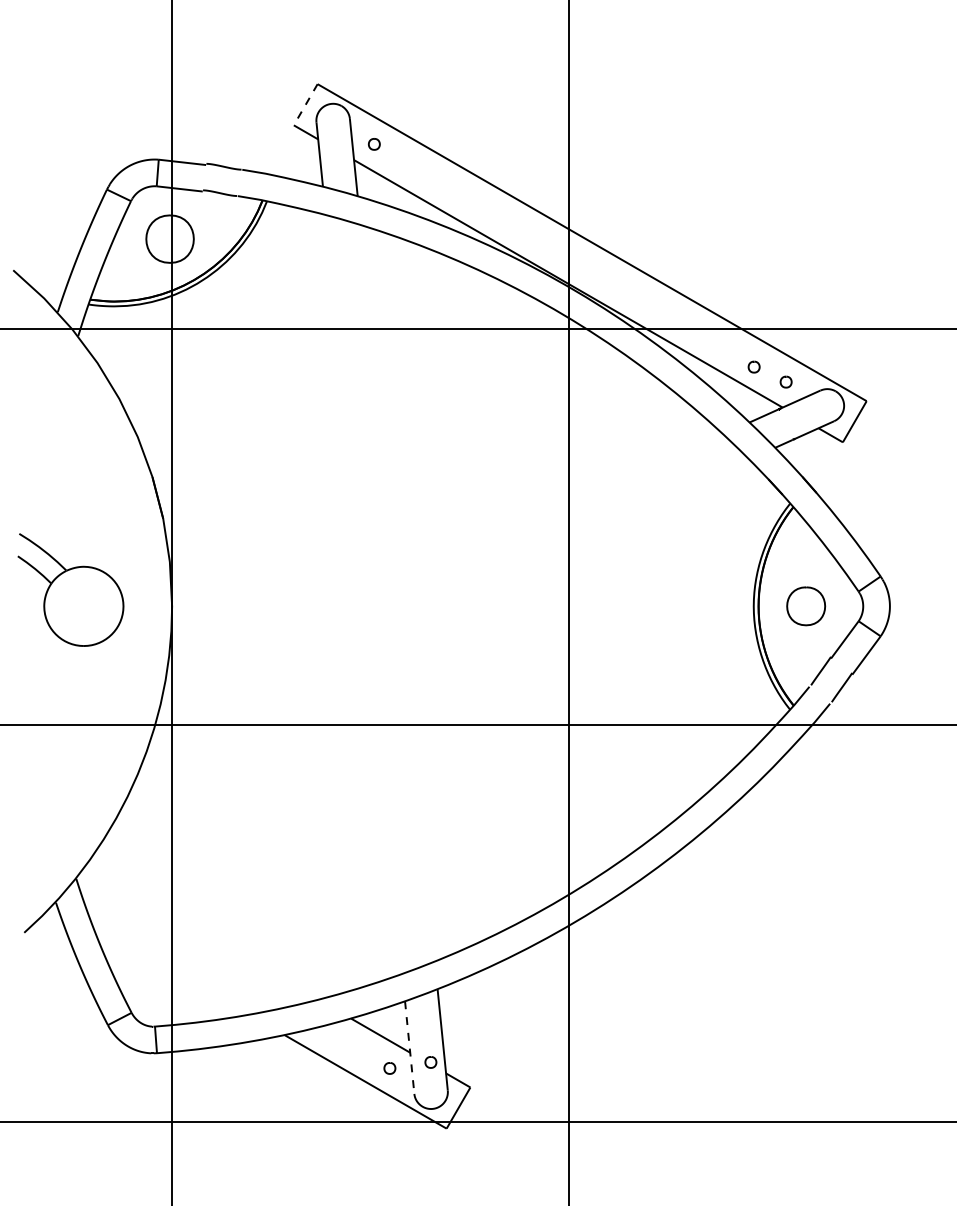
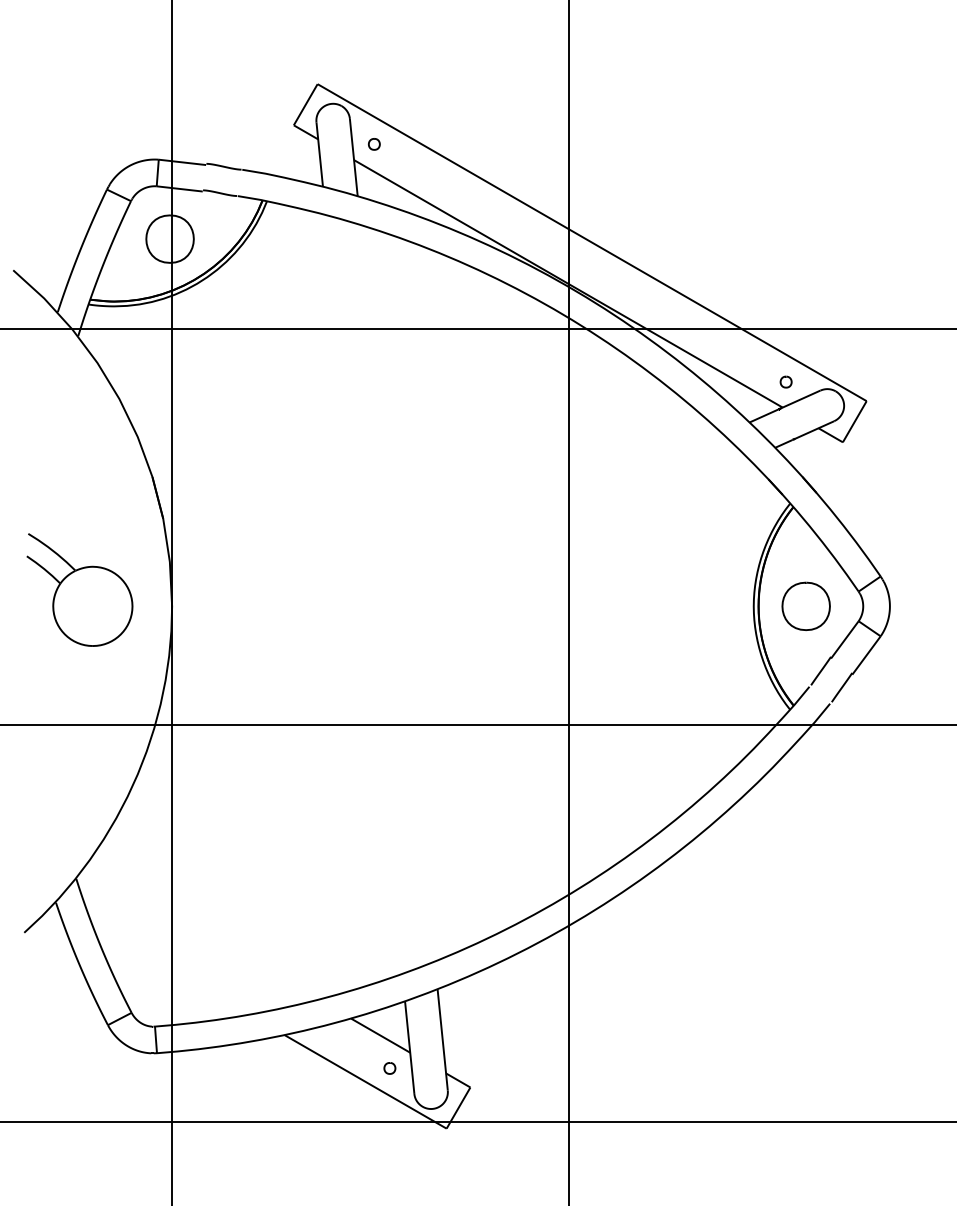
line at (305, 104): dashed -> solid
part at (753, 366): present -> none
part at (70, 589) position: (70, 589) -> (79, 589)
part at (806, 606) size: 41x41 px -> 50x50 px
line at (409, 1047): dashed -> solid
part at (430, 1062): present -> none
